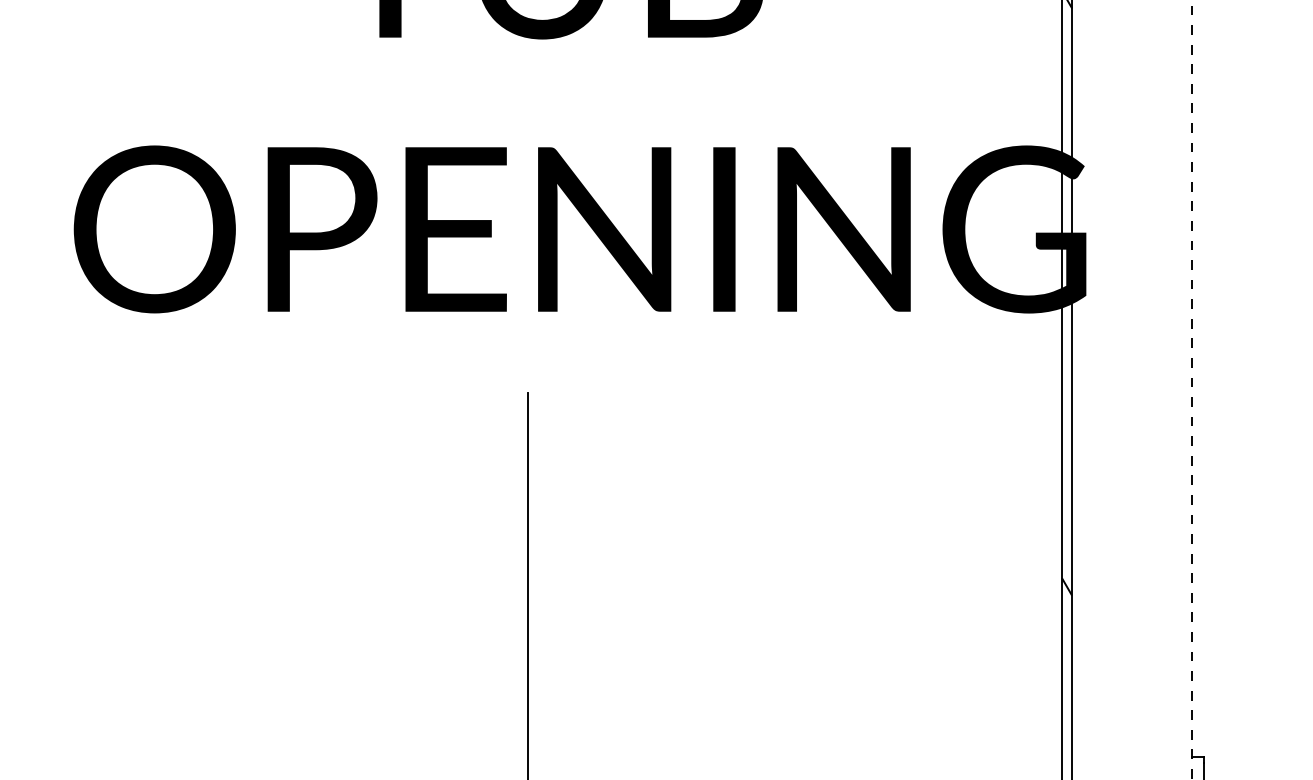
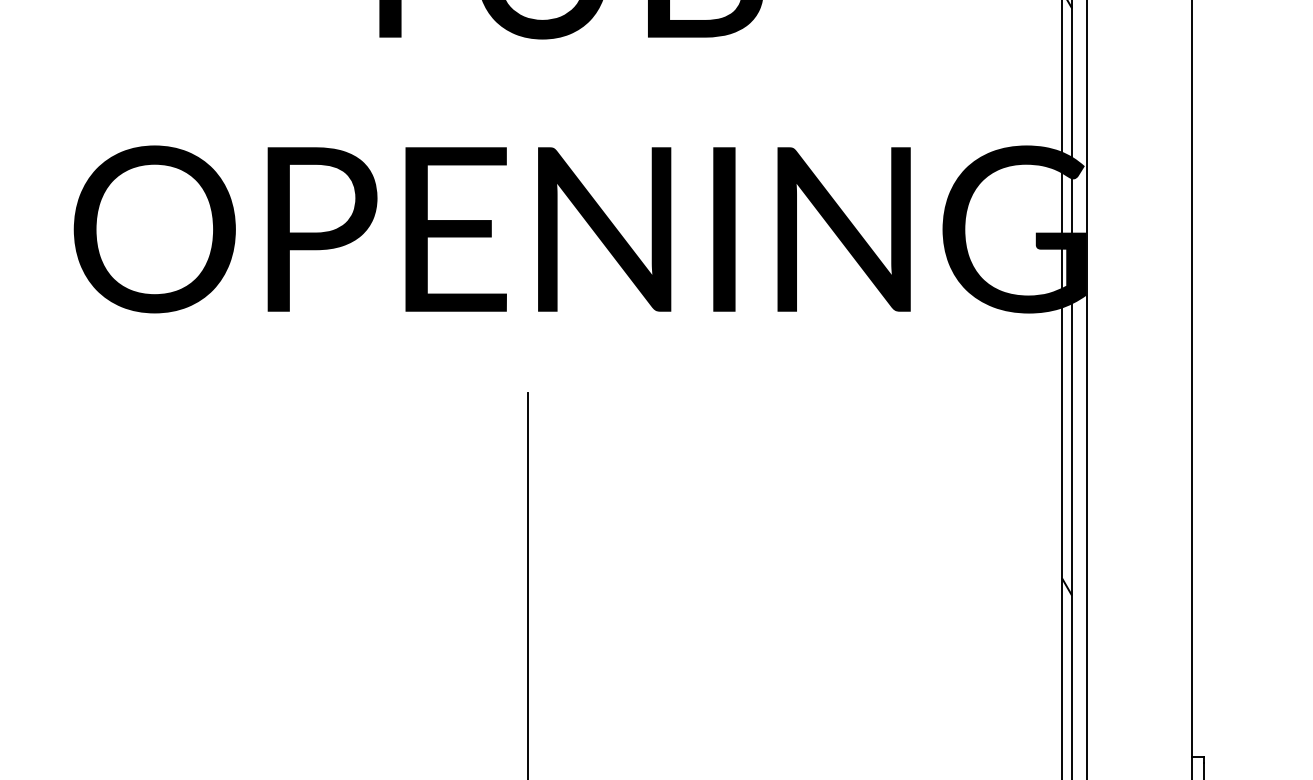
line at (1086, 389): none -> present
line at (1192, 389): dashed -> solid
